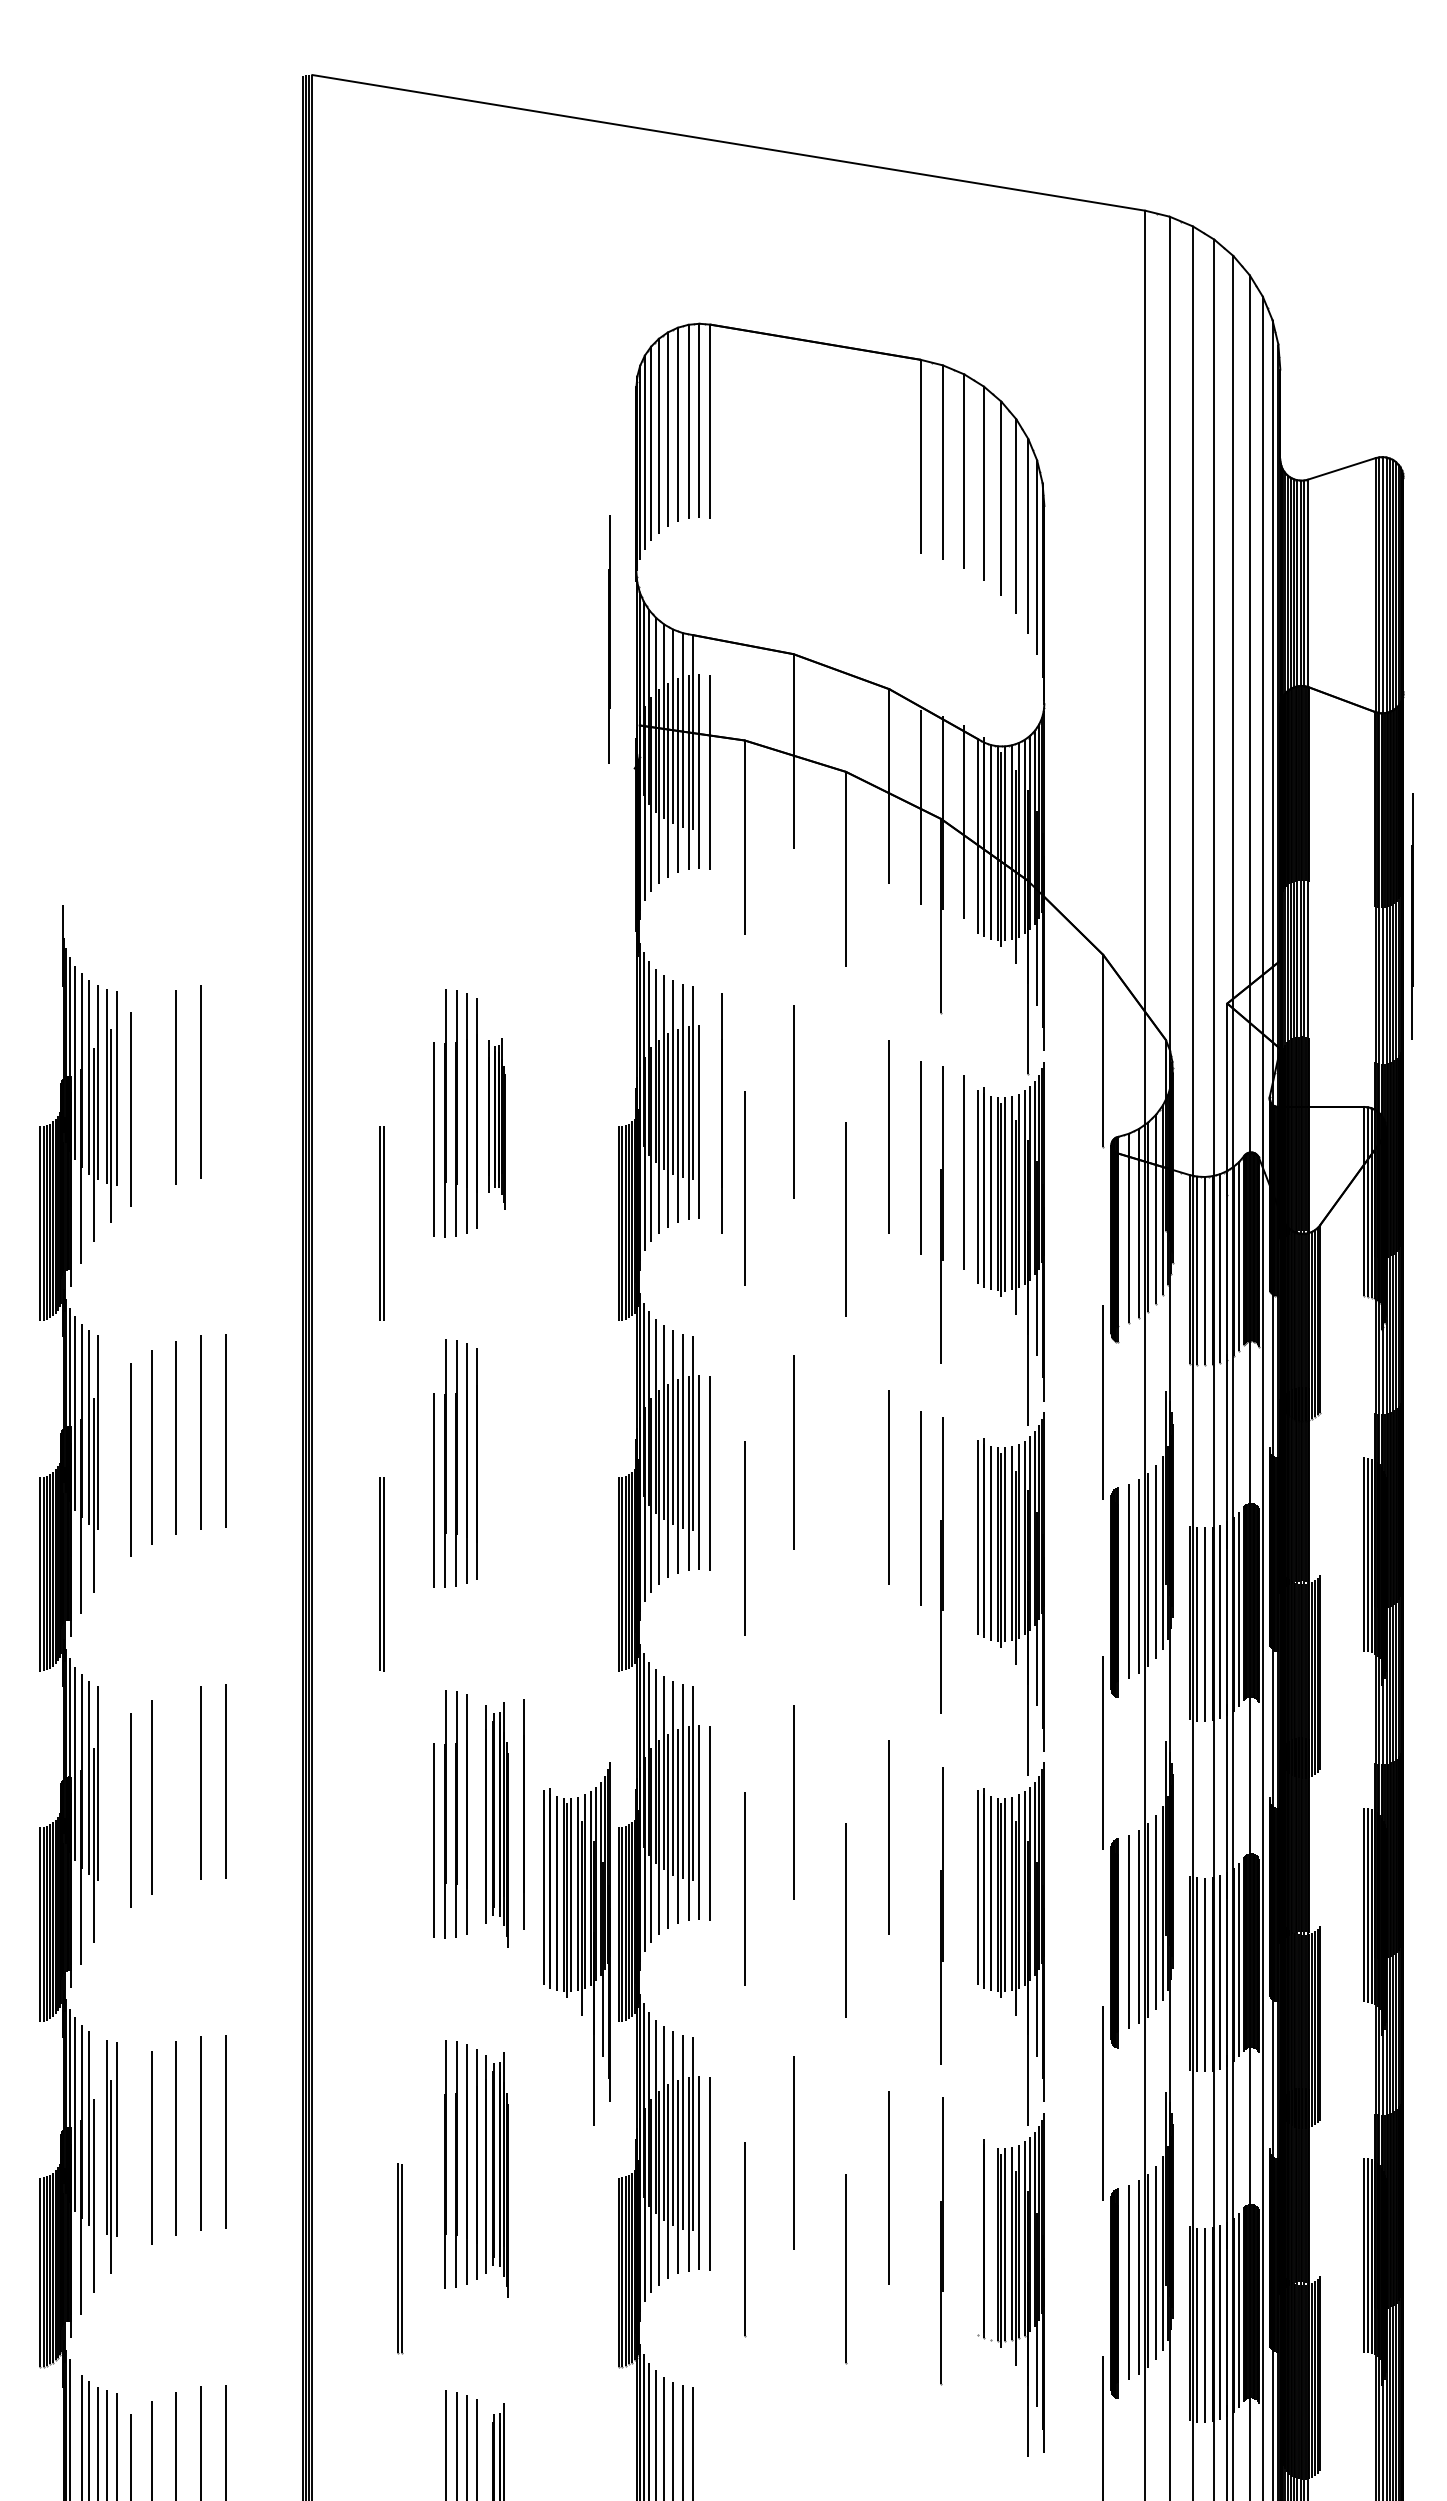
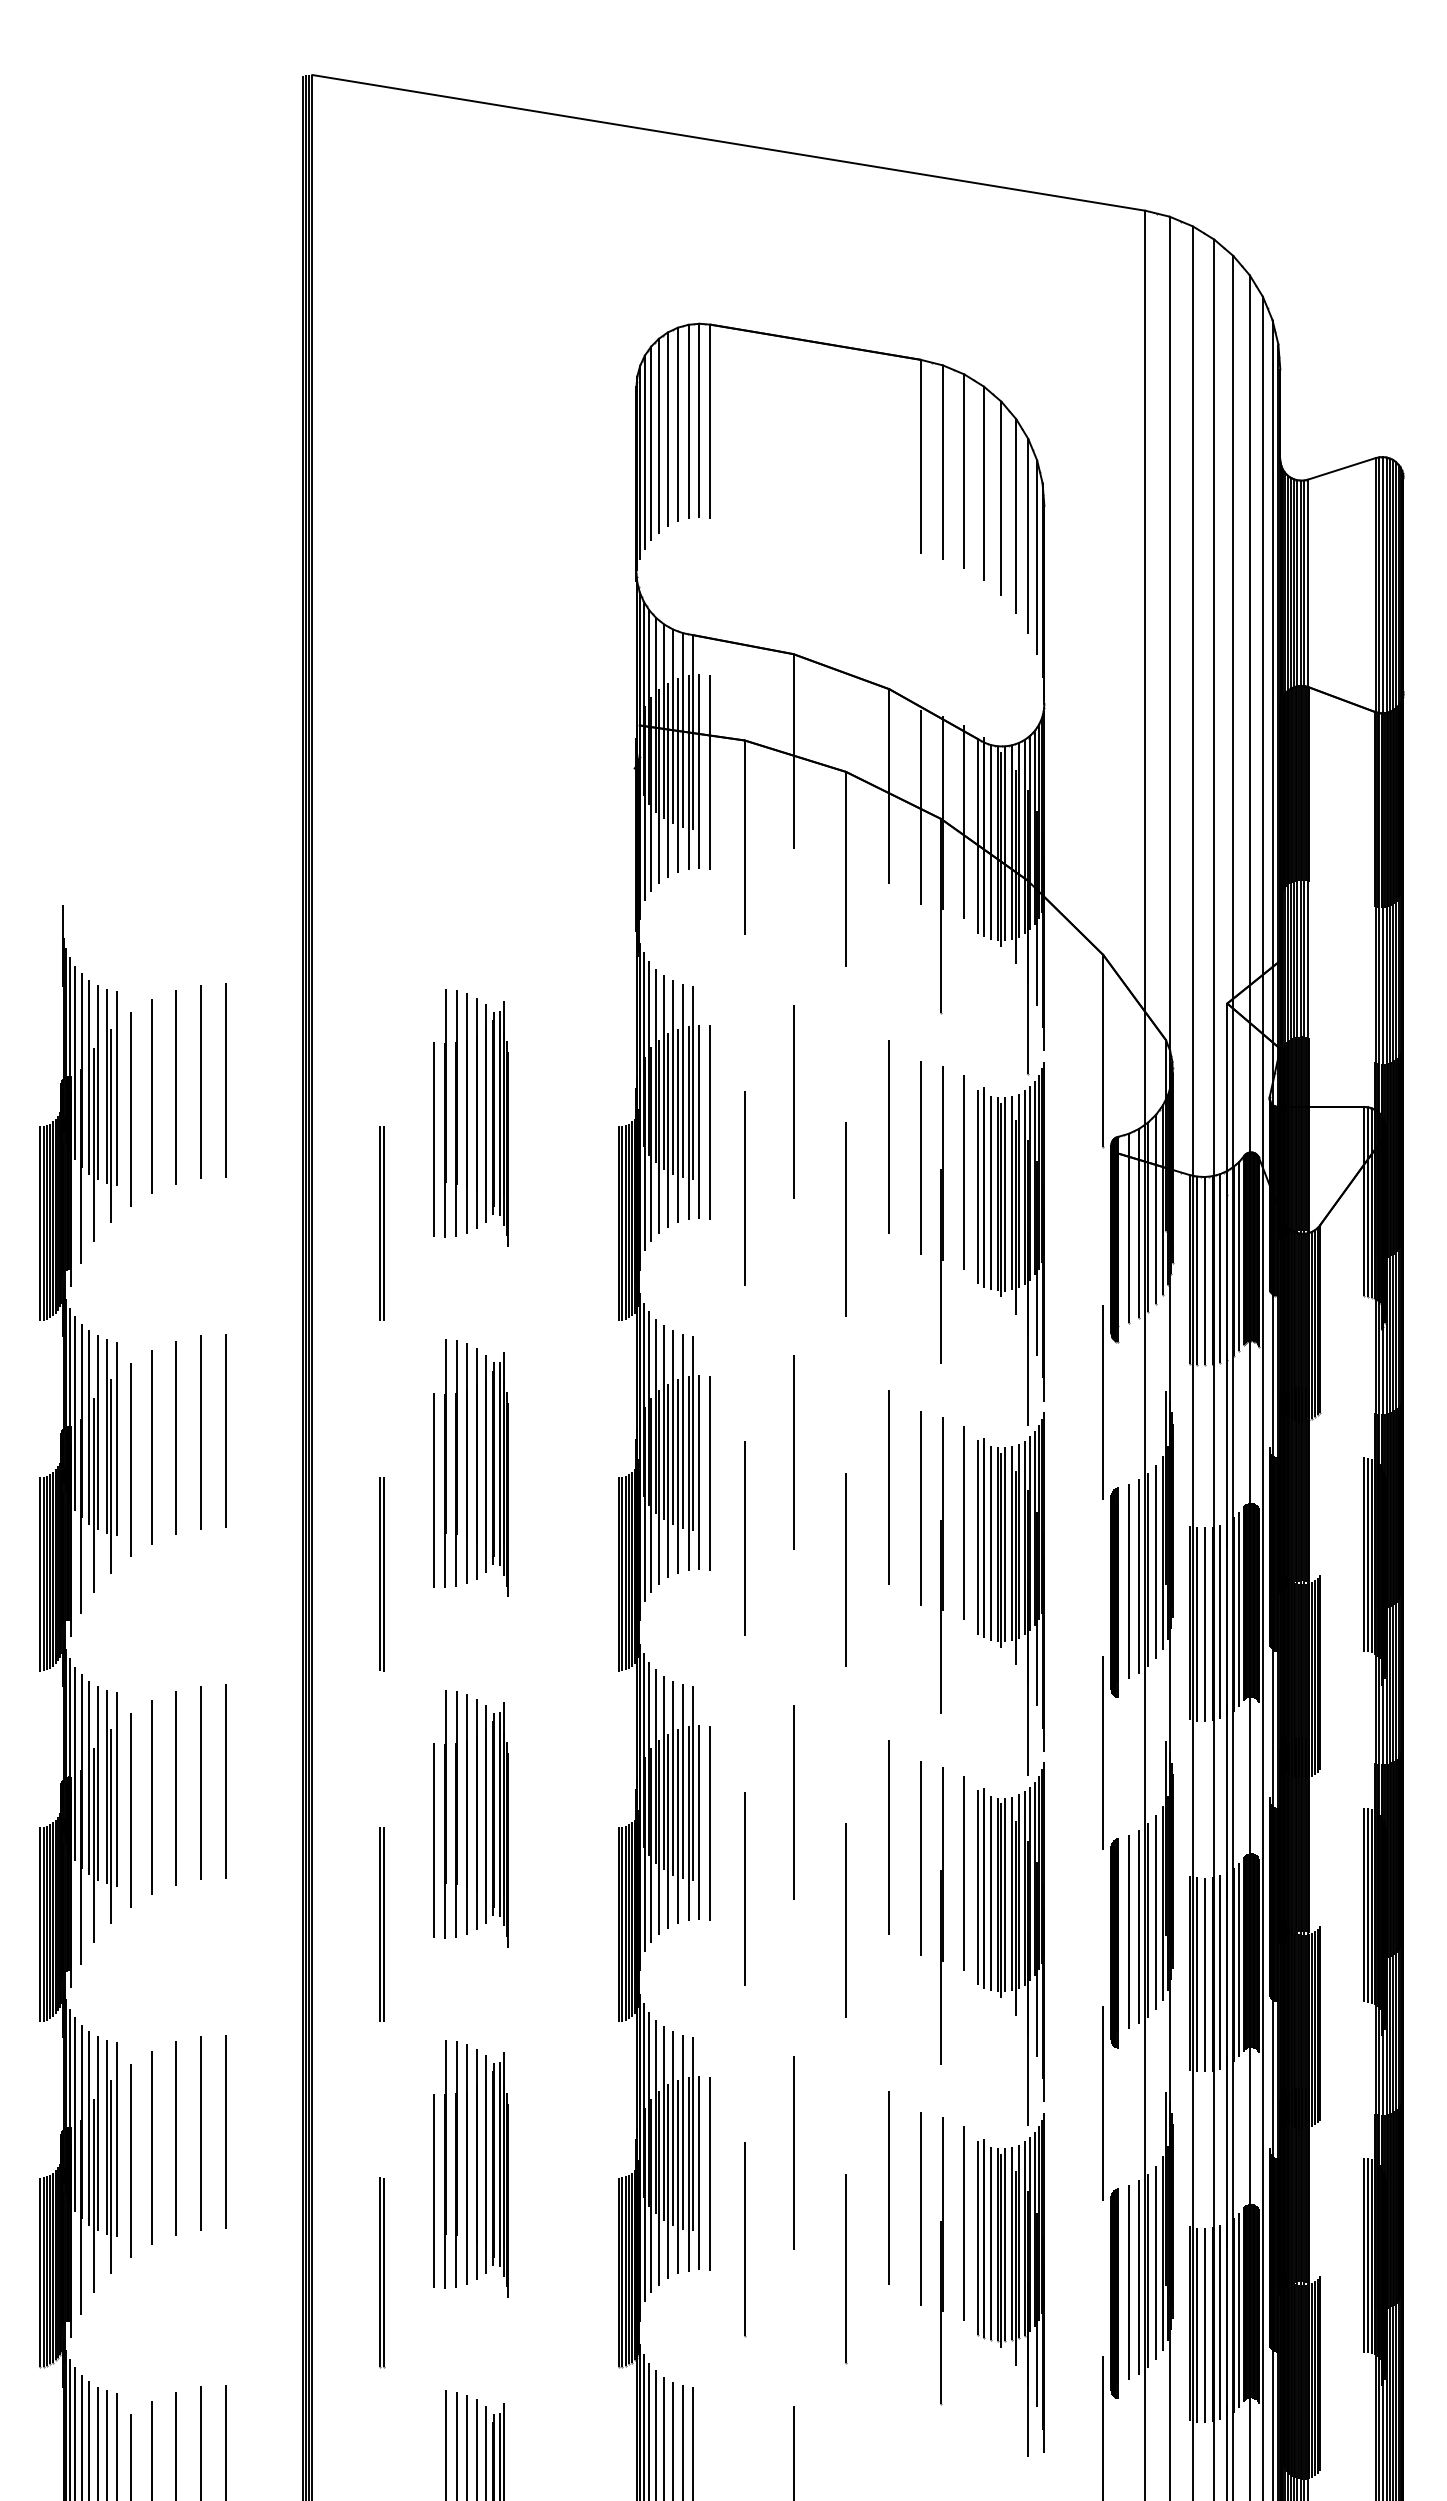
line at (609, 639): present -> none
line at (1412, 916): present -> none
line at (225, 1080): none -> present
line at (151, 1096): none -> present
line at (721, 1113): present -> none
line at (709, 1122): none -> present
part at (496, 1123) size: 18x172 px -> 24x246 px
part at (111, 1456): none -> present
part at (496, 1474): none -> present
line at (963, 1522): none -> present
line at (845, 1569): none -> present
line at (175, 1788): none -> present
part at (111, 1806): none -> present
line at (523, 1814) position: (523, 1814) -> (476, 1814)
line at (920, 1858): none -> present
line at (963, 1873): none -> present
part at (381, 1924): none -> present
part at (576, 1943): present -> none
line at (97, 2133): none -> present
line at (130, 2160): none -> present
line at (433, 2190): none -> present
line at (920, 2208): none -> present
line at (963, 2223): none -> present
line at (978, 2237): none -> present
part at (941, 2241) position: (941, 2241) -> (941, 2261)
line at (991, 2243): none -> present
part at (400, 2258) position: (400, 2258) -> (382, 2272)
line at (75, 2432): none -> present
line at (486, 2451): none -> present
line at (793, 2451): none -> present
